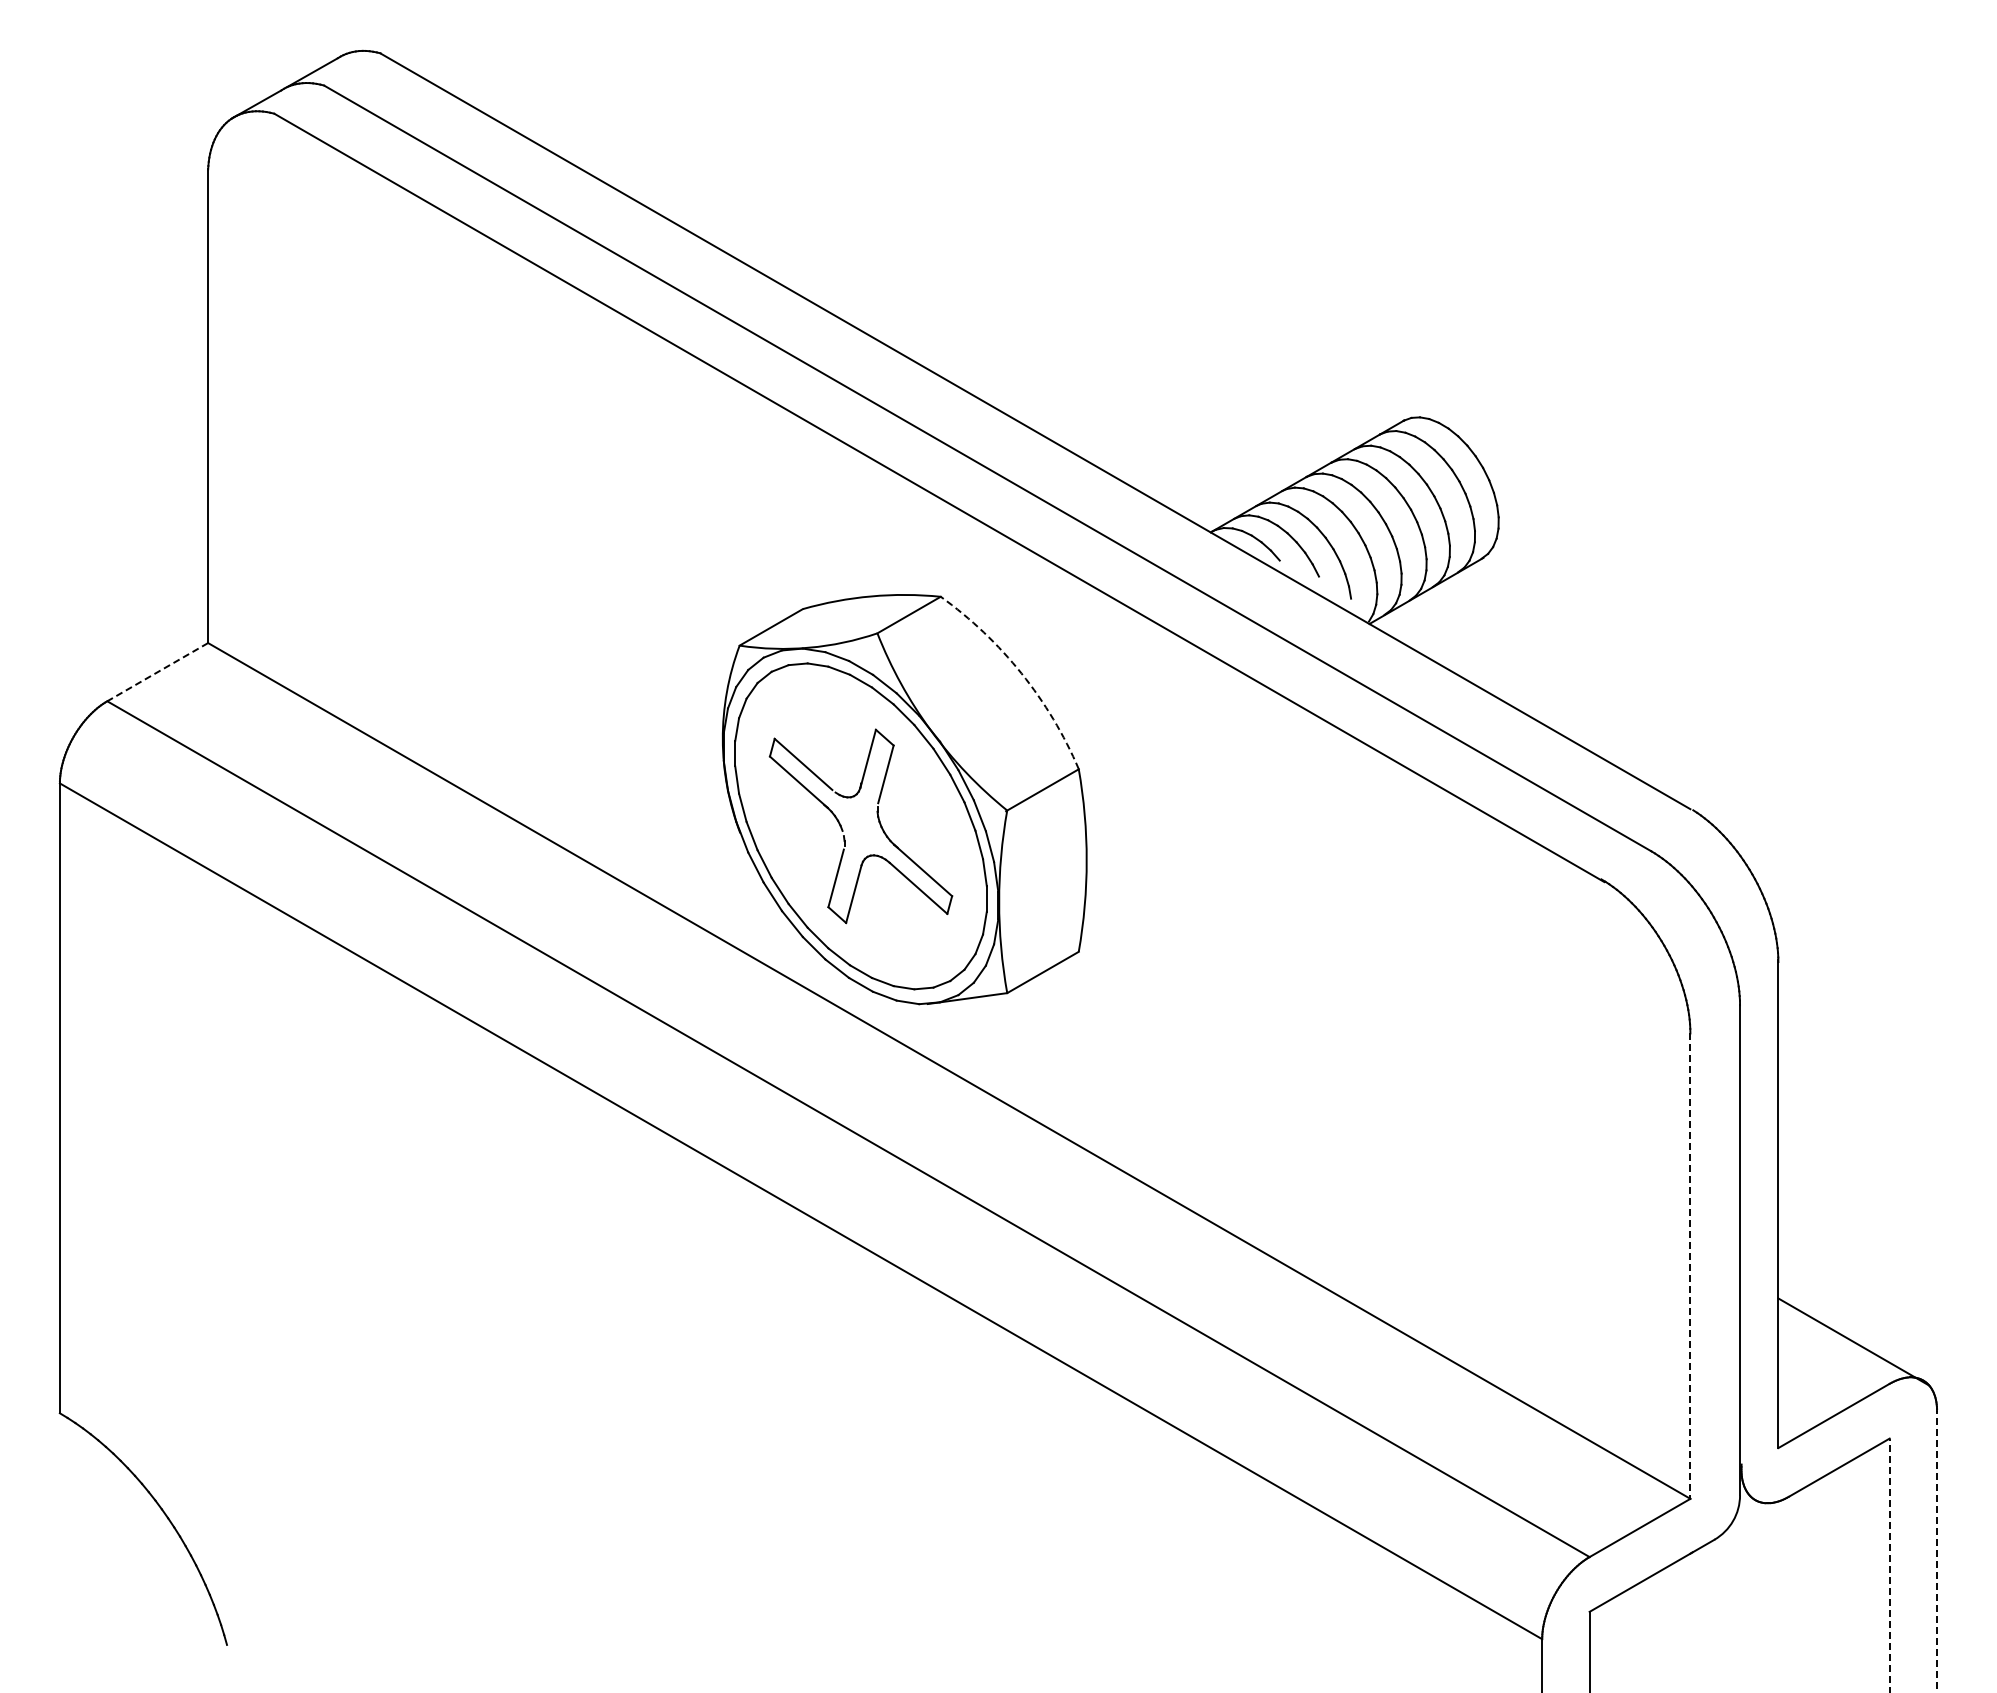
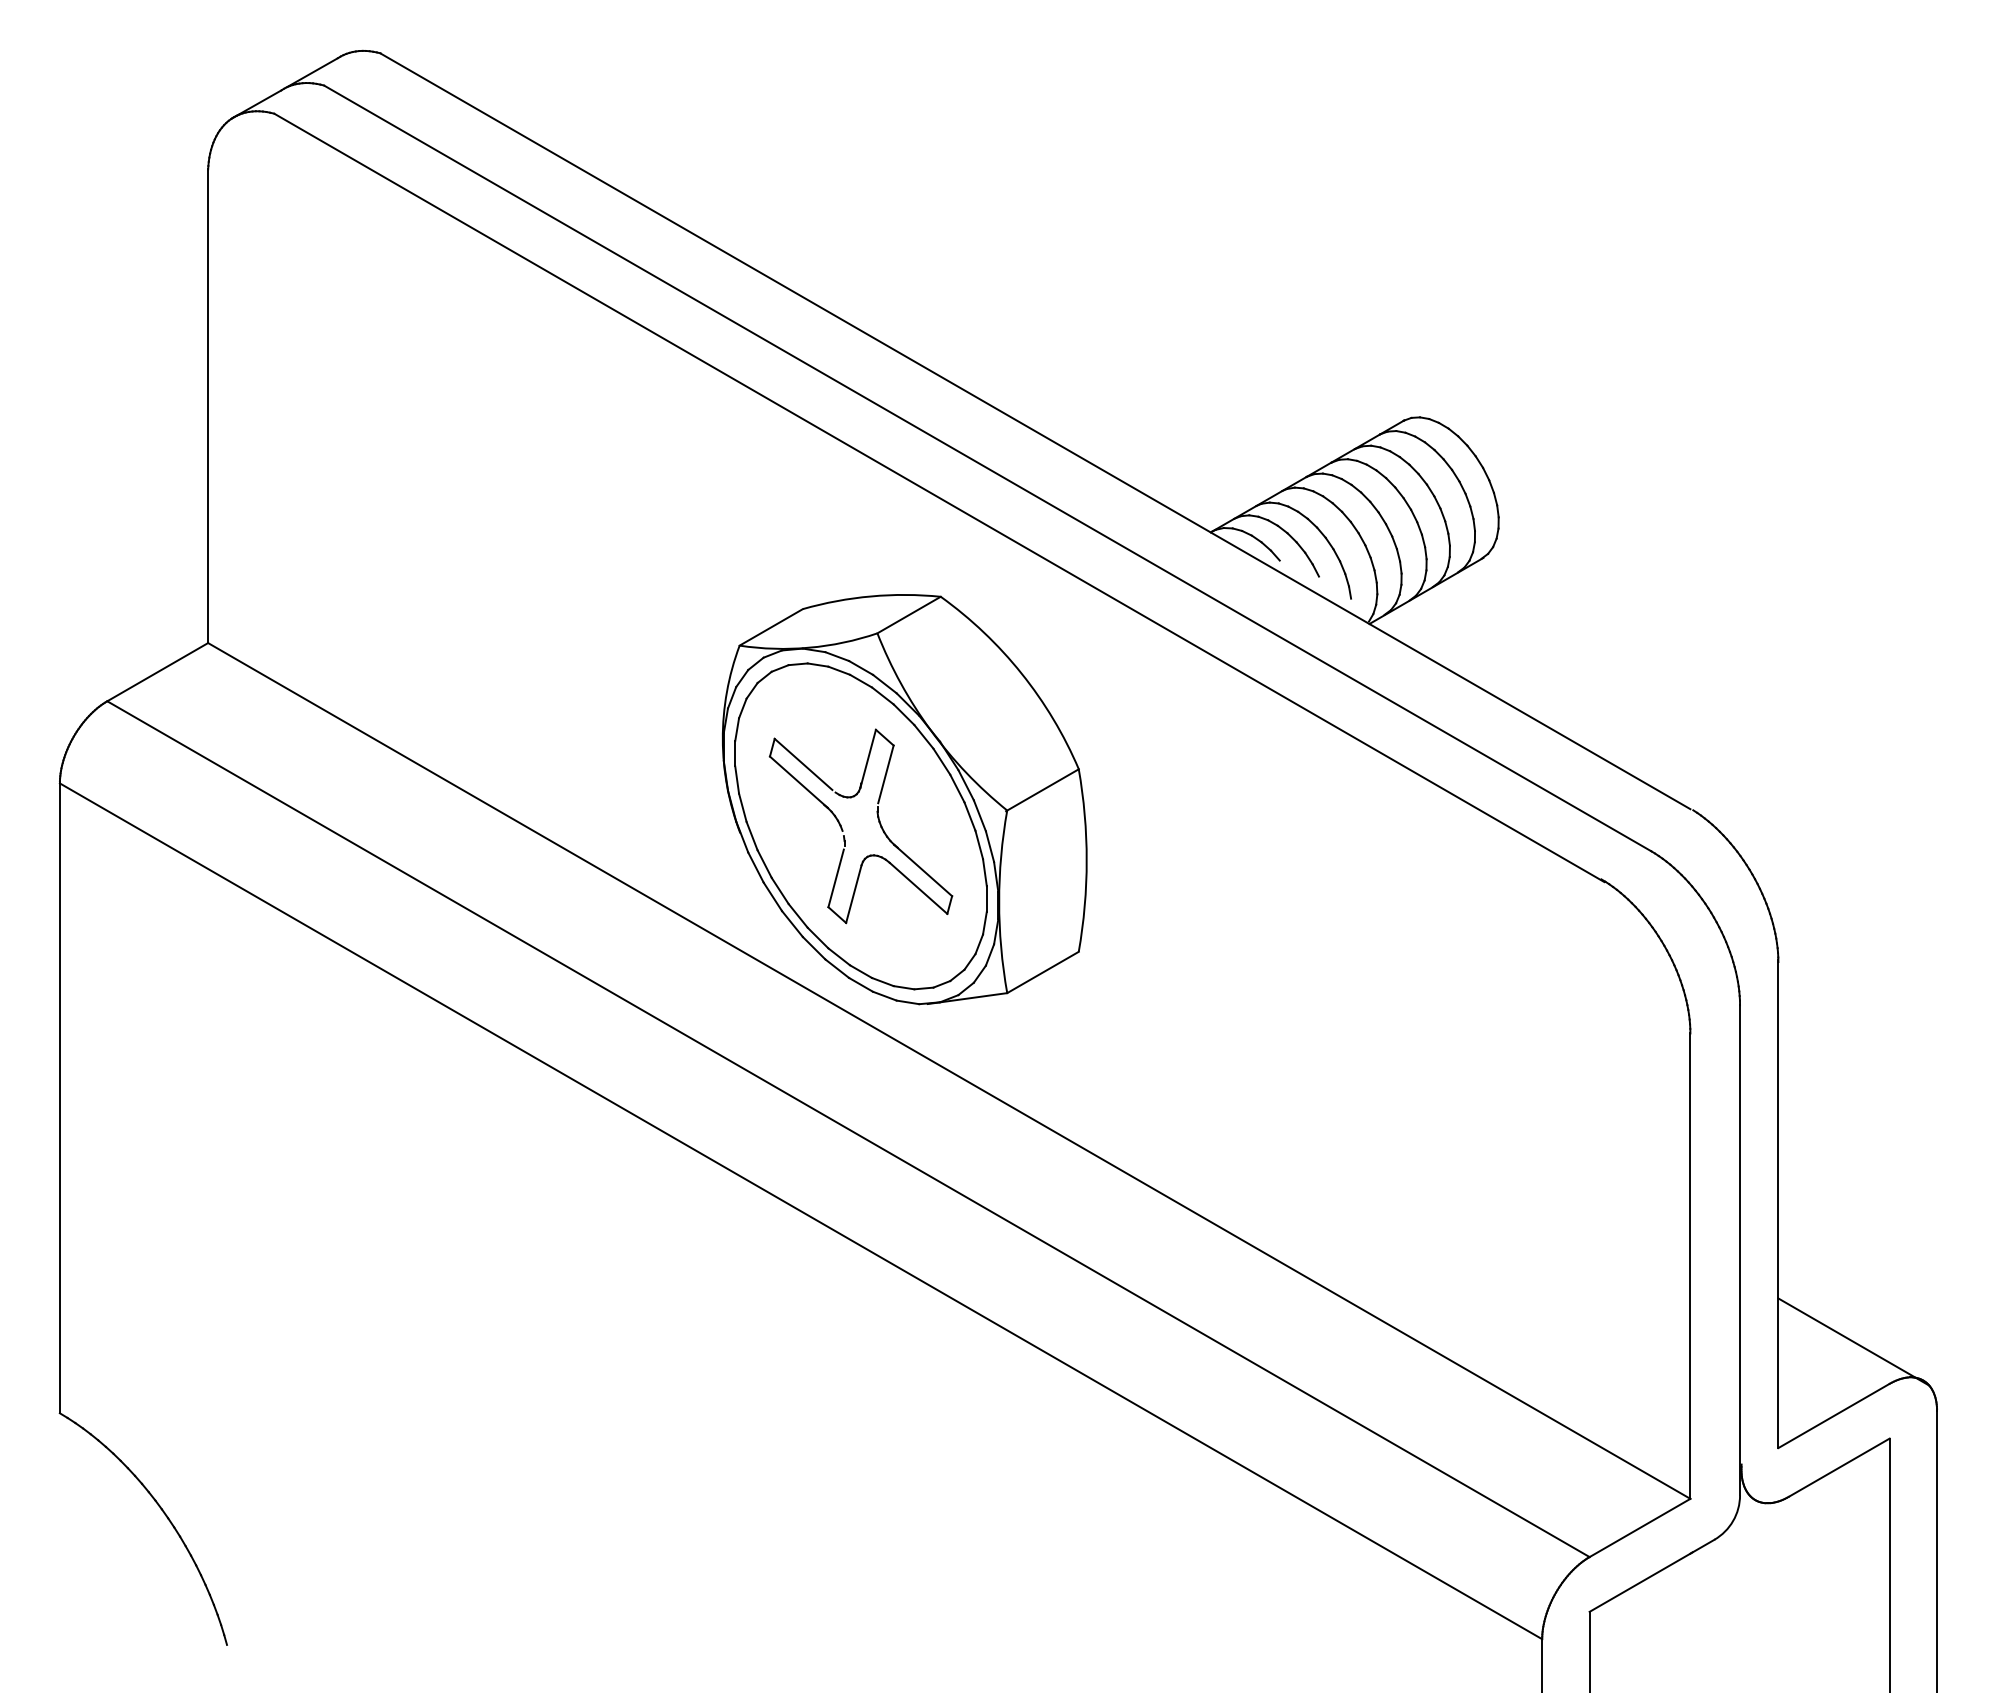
line at (157, 672): dashed -> solid
arc at (1021, 673): dashed -> solid
line at (1690, 1266): dashed -> solid
line at (1937, 1551): dashed -> solid
line at (1889, 1565): dashed -> solid
